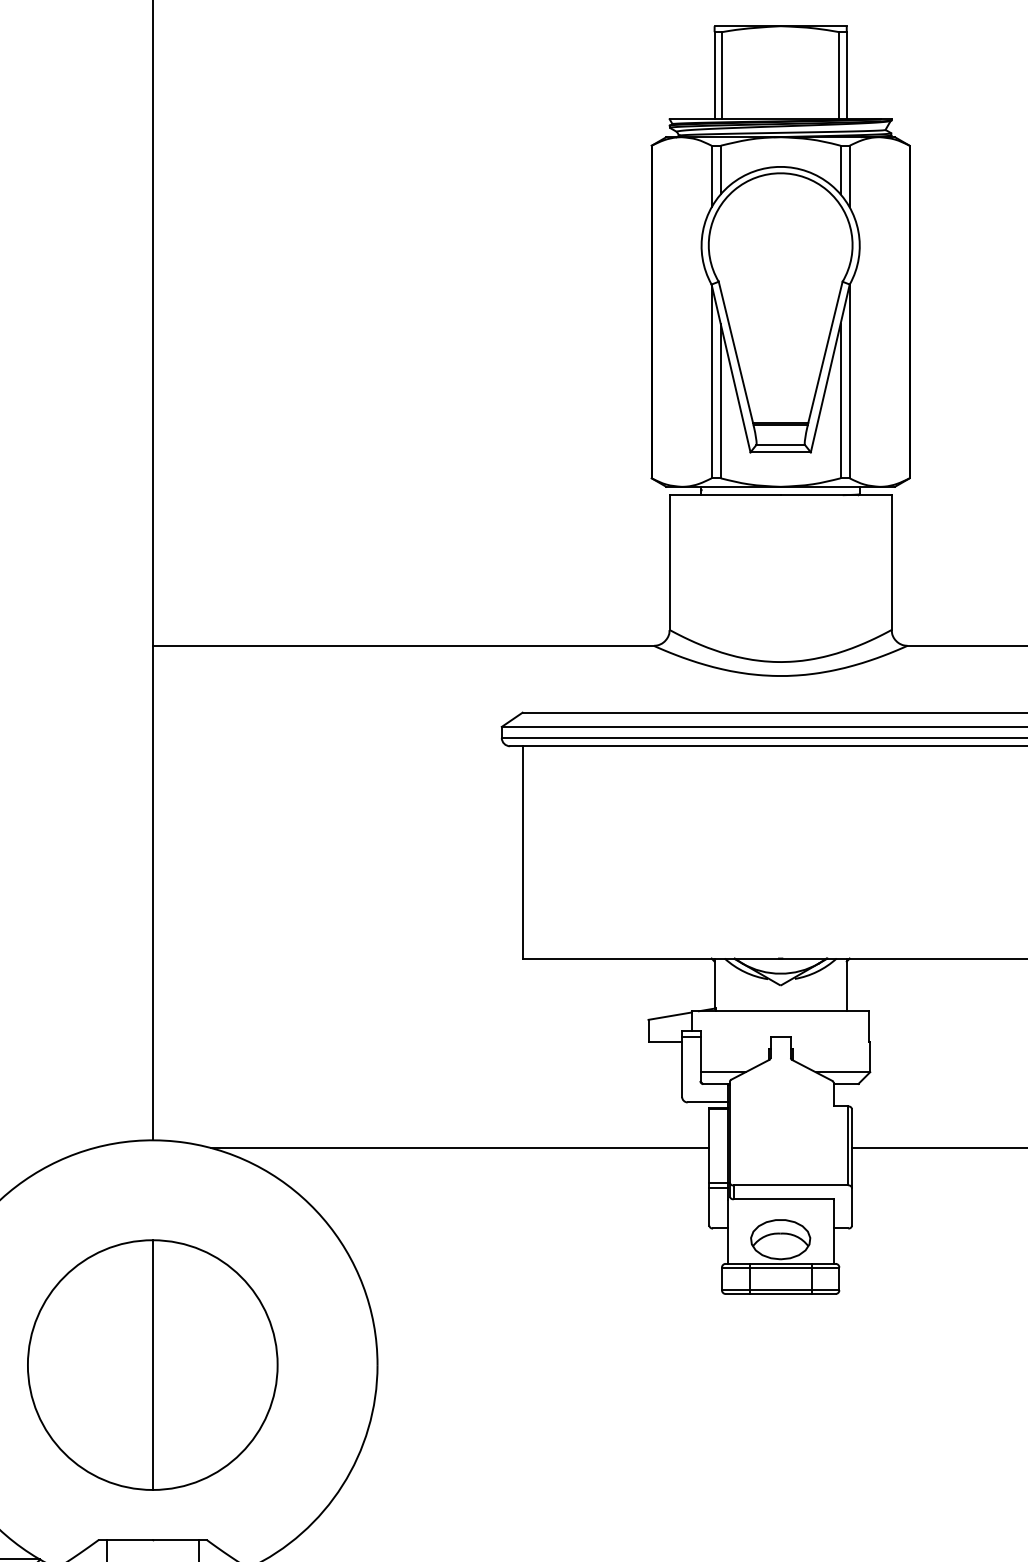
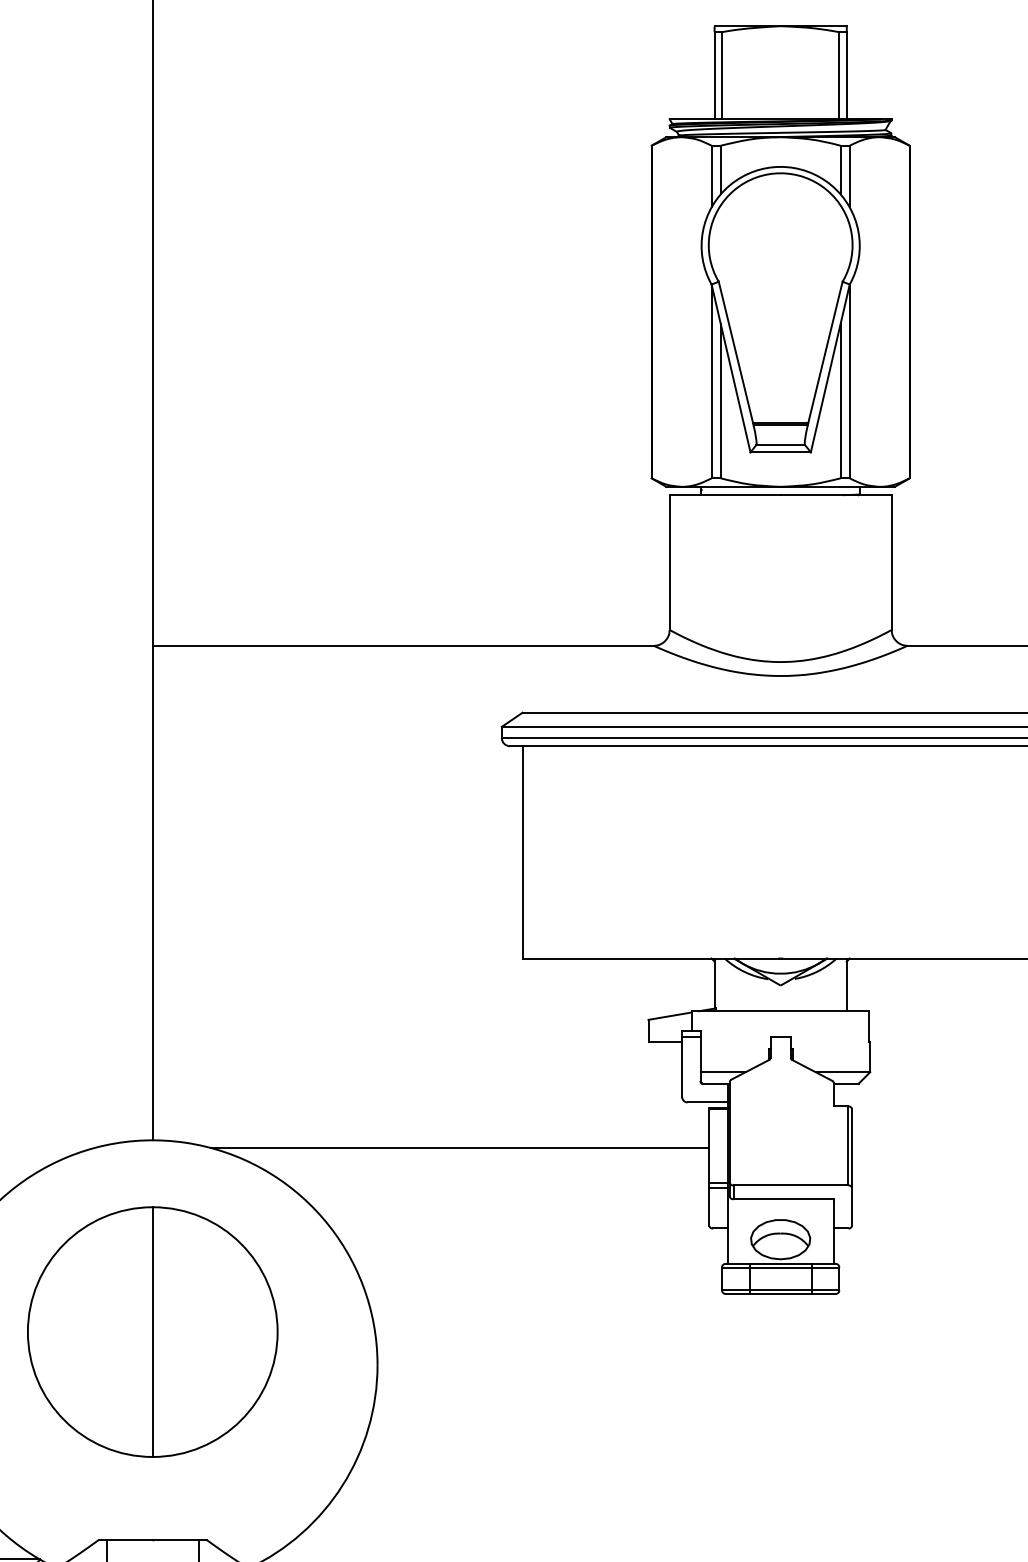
line at (938, 1148): present -> none
part at (152, 1364) position: (152, 1364) -> (152, 1331)
